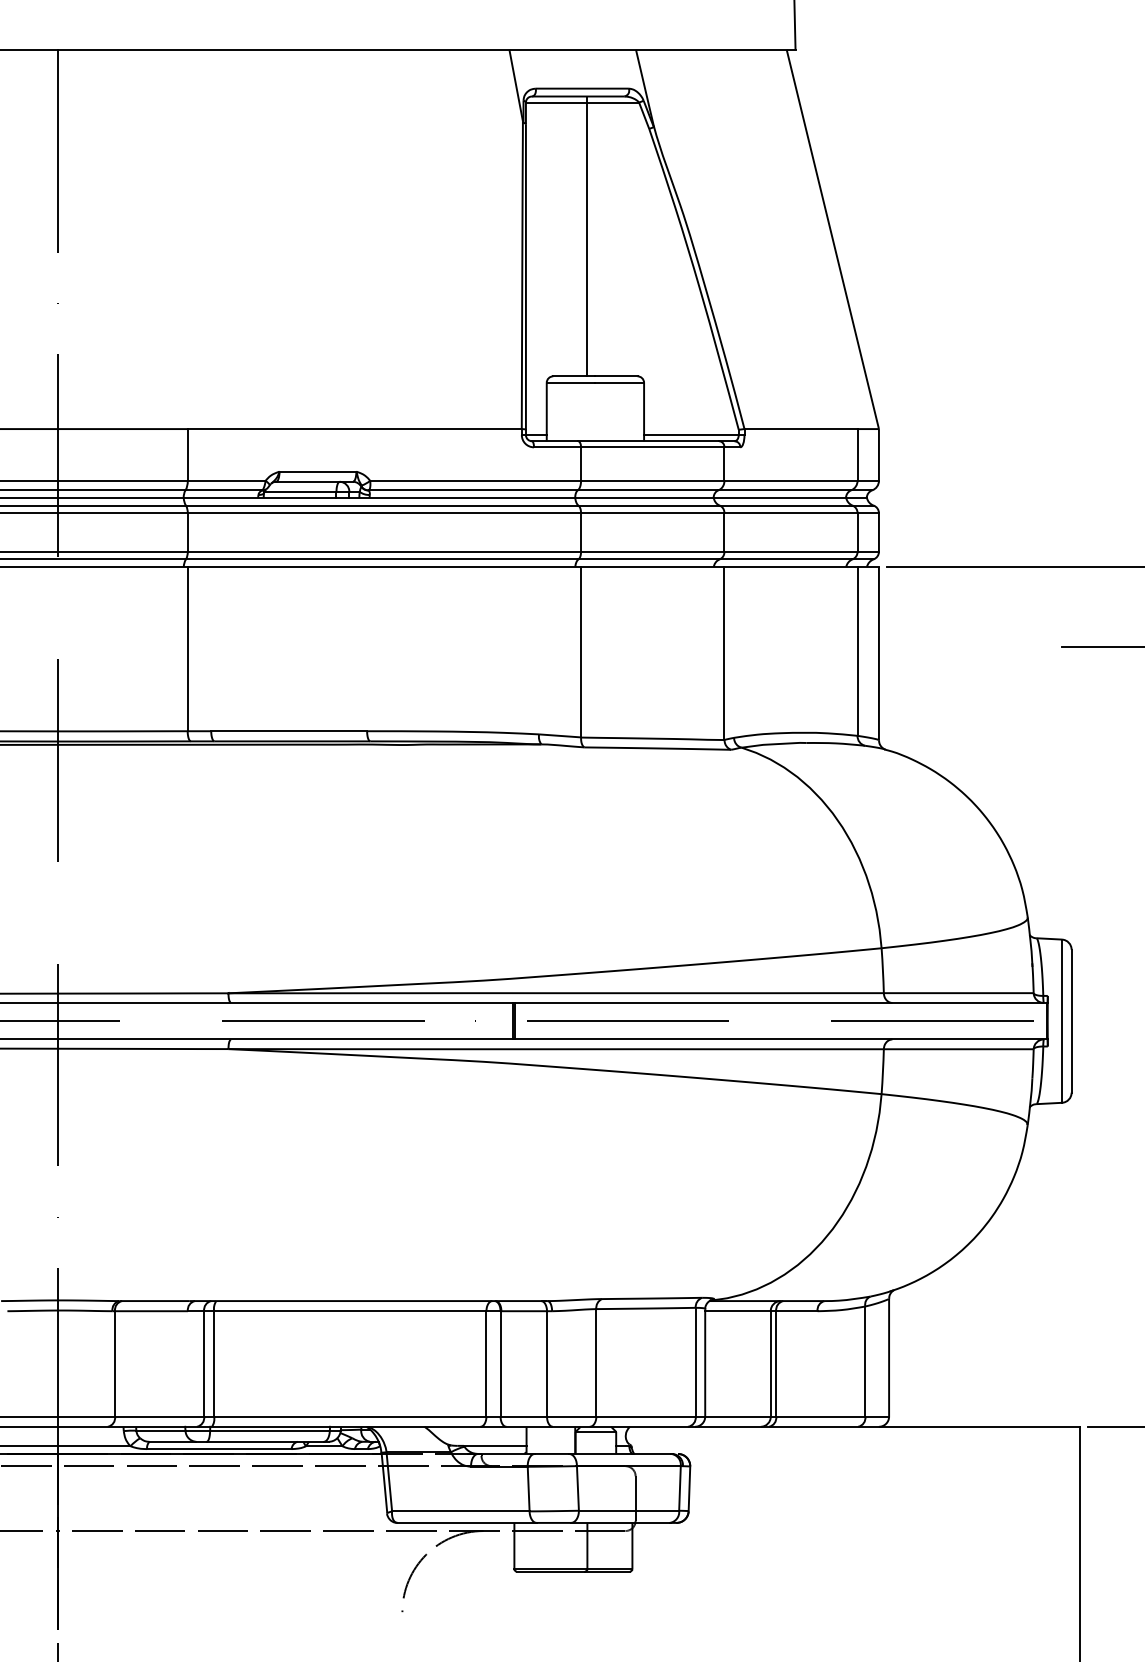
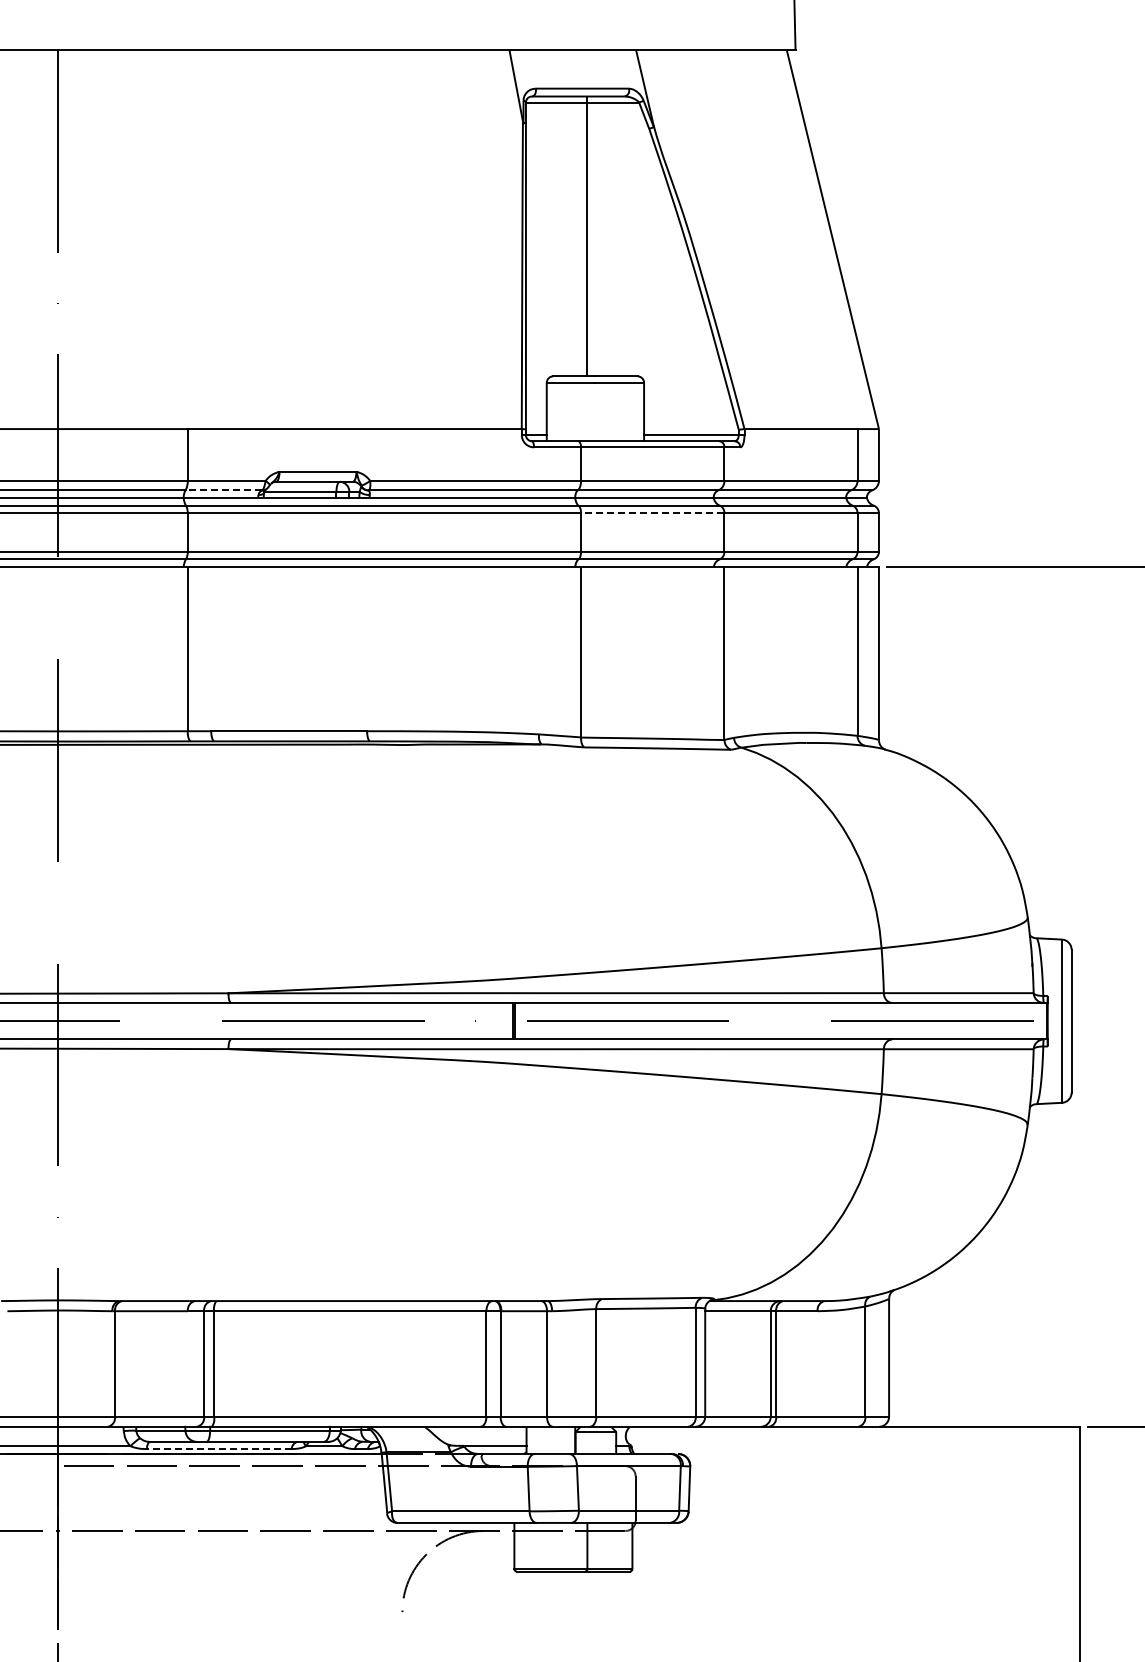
line at (223, 490): solid -> dashed
line at (652, 513): solid -> dashed
line at (1101, 646): present -> none
line at (218, 1449): solid -> dashed
line at (29, 1466): present -> none
